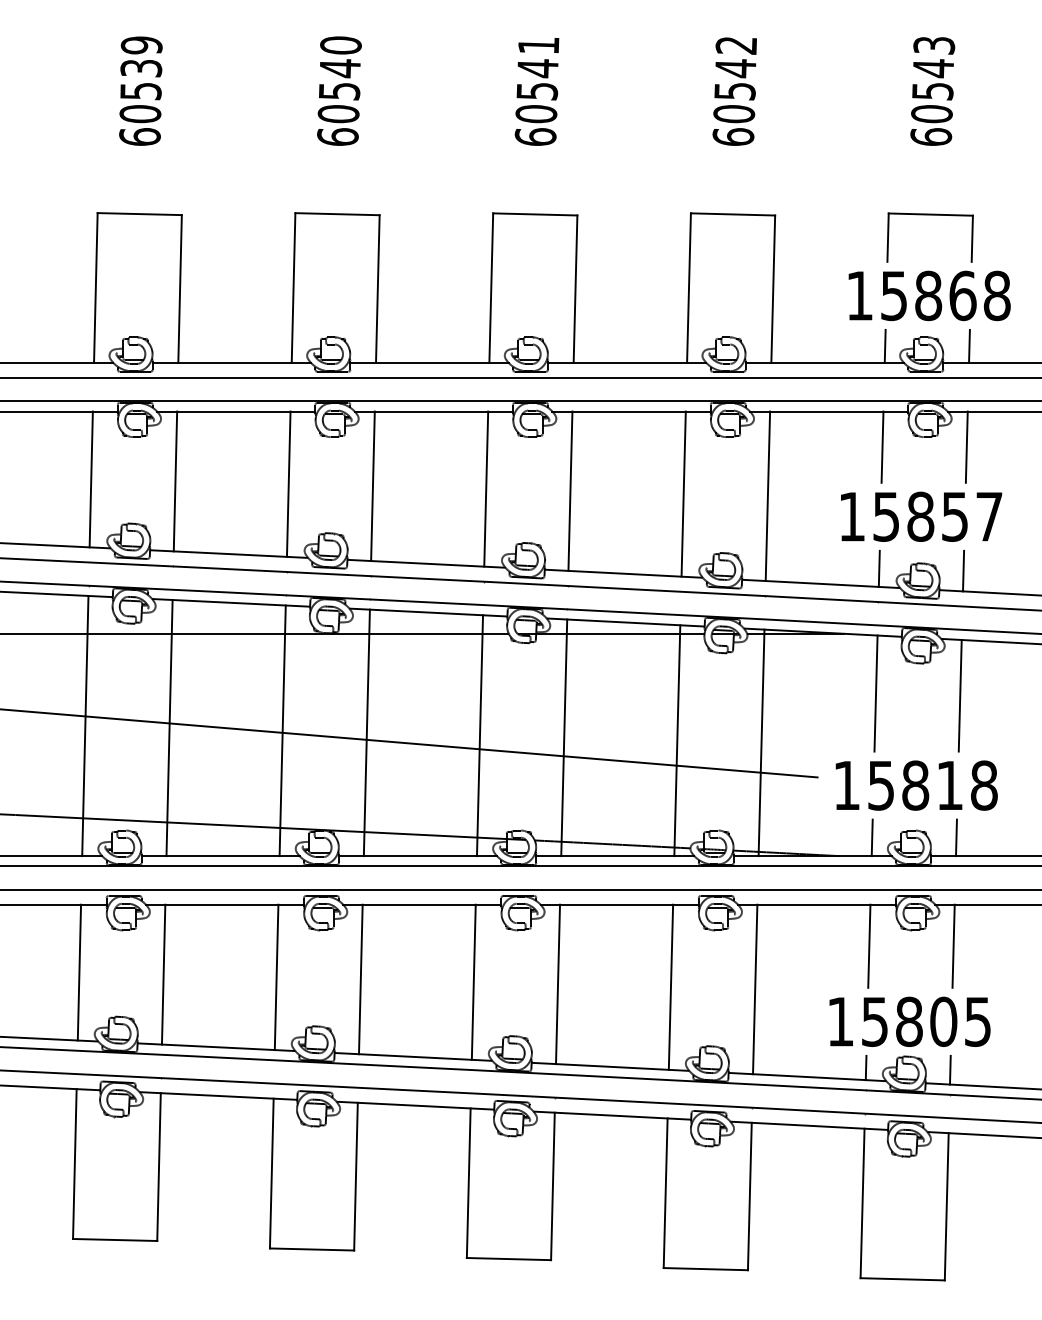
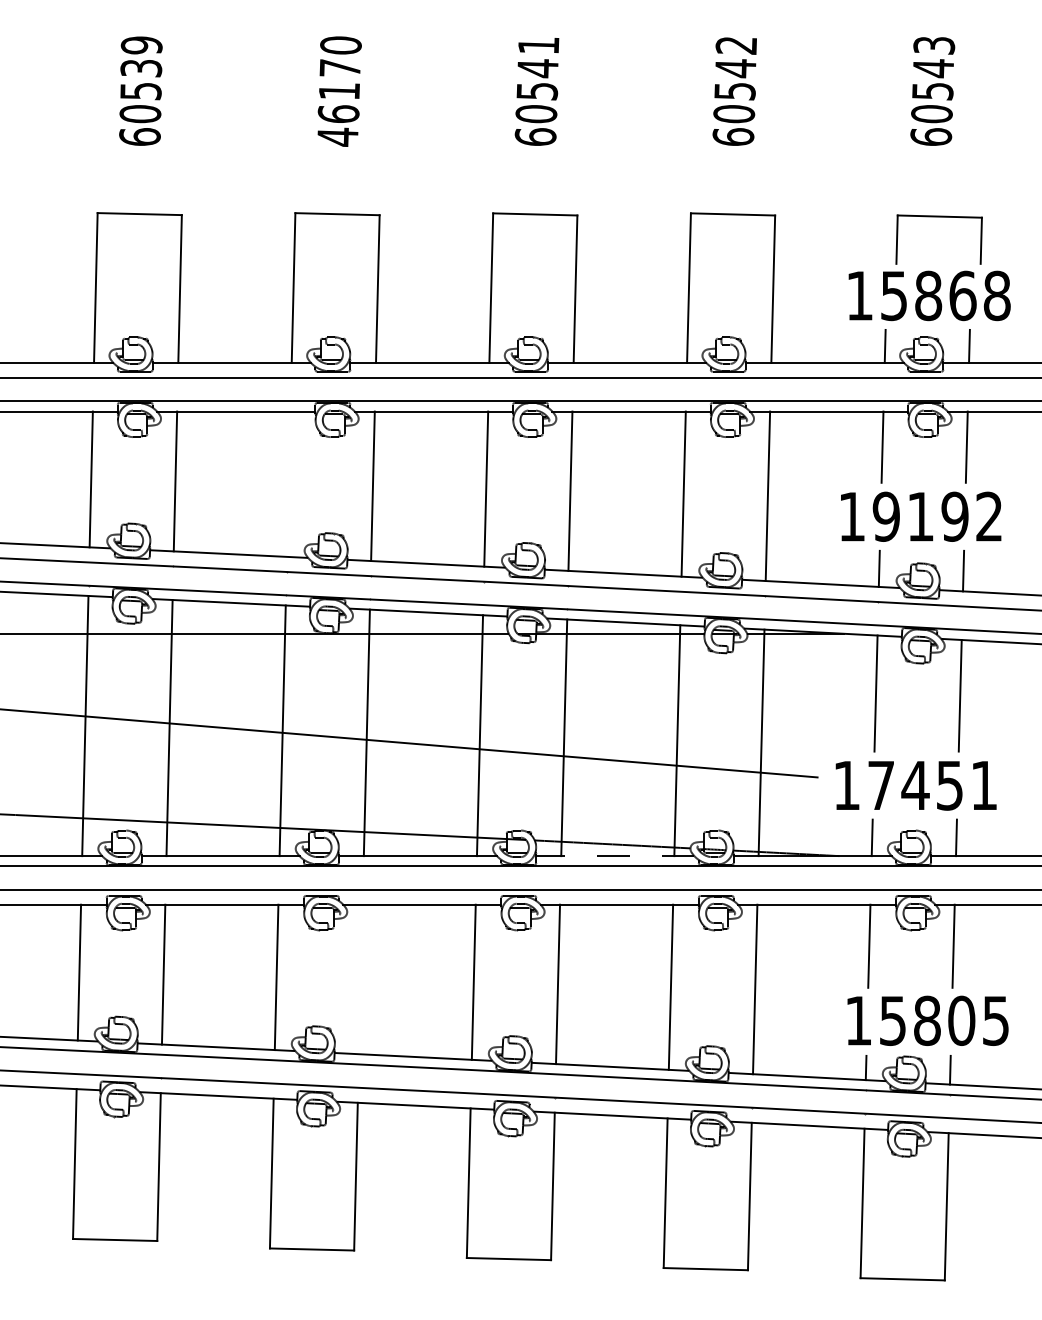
text at (338, 102): 60540 -> 46170
part at (929, 215) position: (929, 215) -> (938, 217)
line at (288, 483): present -> none
text at (937, 516): 15857 -> 19192
text at (932, 785): 15818 -> 17451
line at (614, 856): solid -> dashed
line at (360, 979): present -> none
text at (909, 1021) position: (909, 1021) -> (927, 1020)
